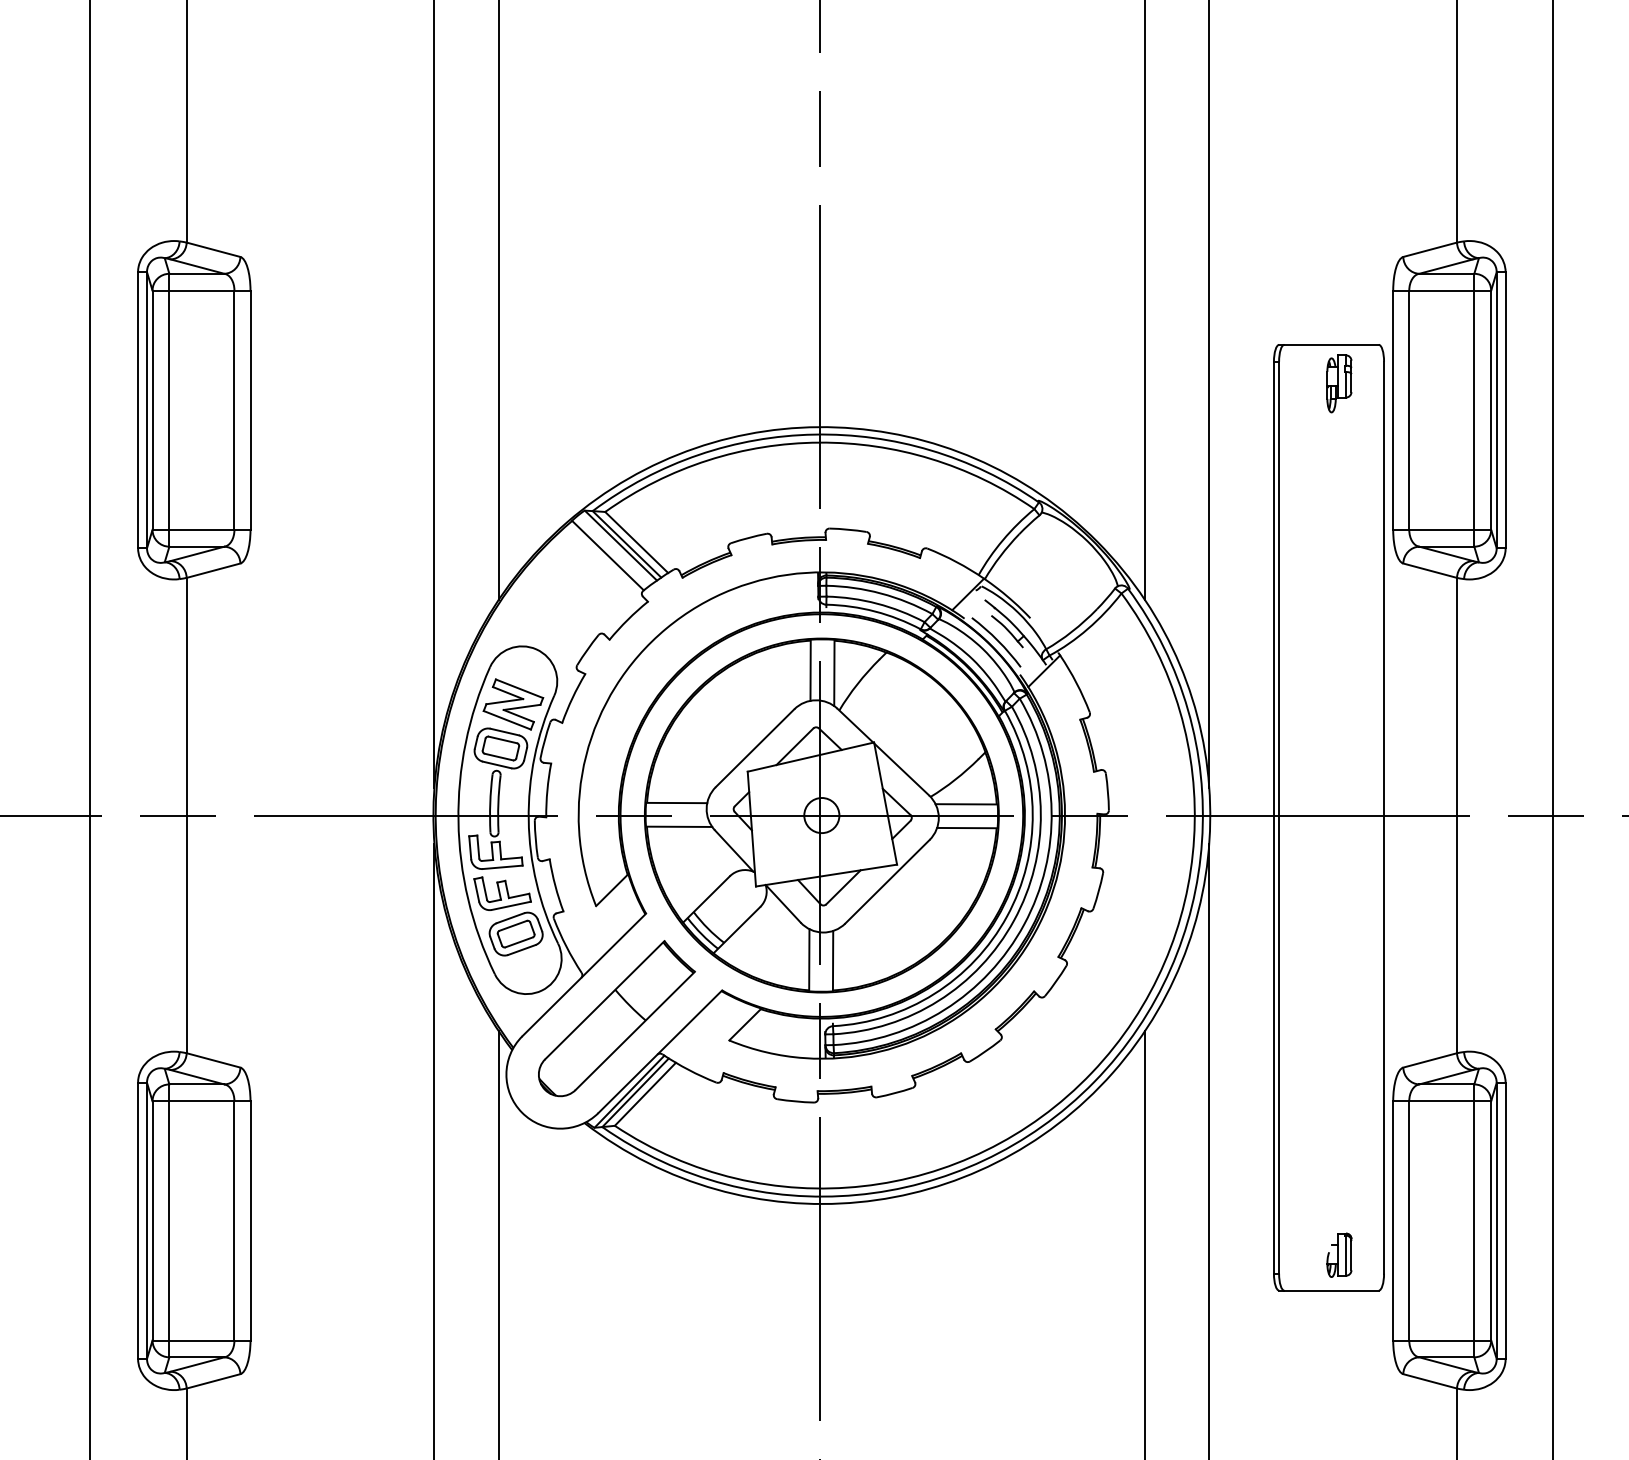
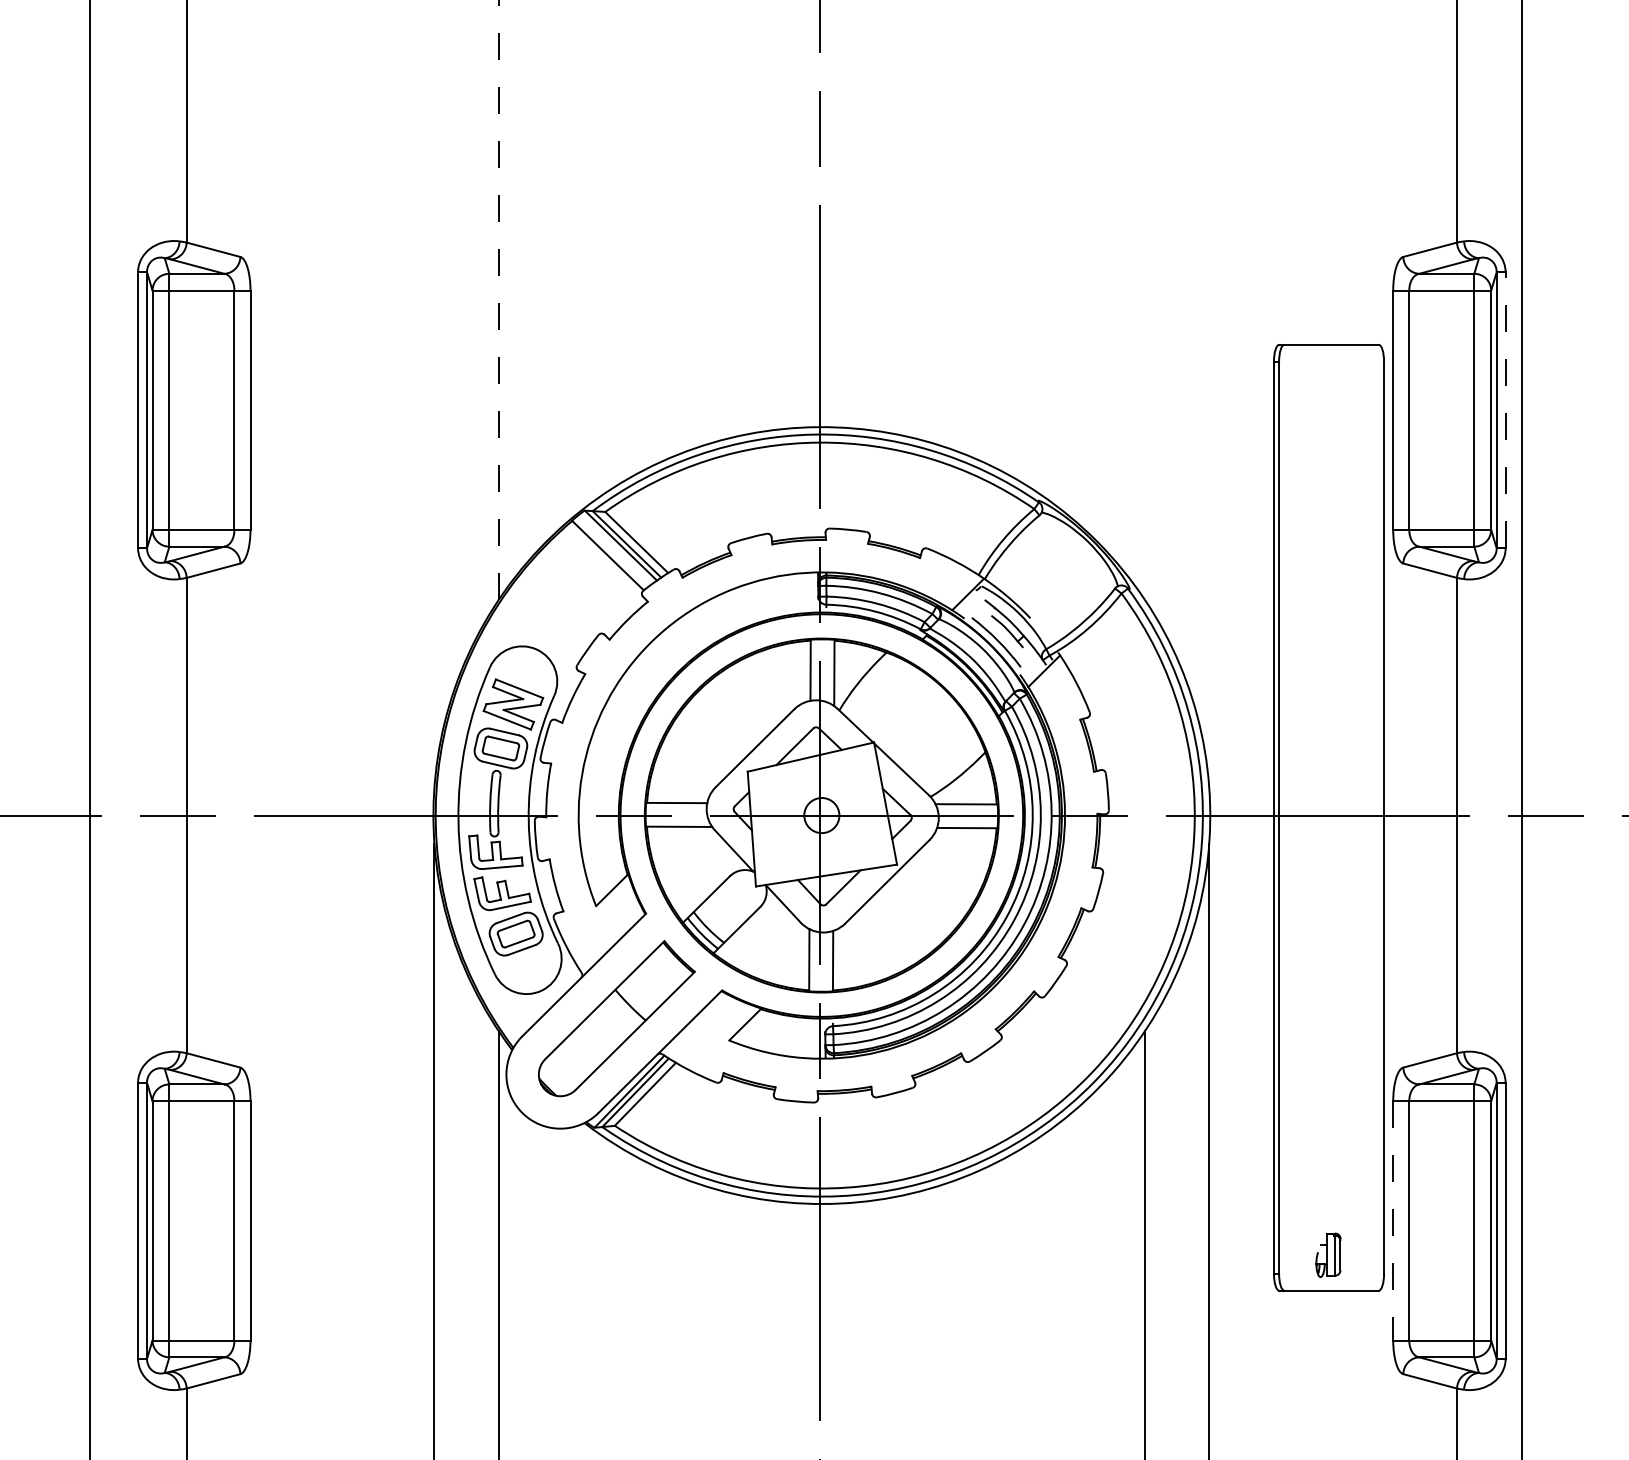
line at (498, 300): solid -> dashed
line at (1145, 301): present -> none
part at (1339, 383): present -> none
line at (434, 394): present -> none
line at (1209, 394): present -> none
line at (1505, 409): solid -> dashed
line at (1553, 729) position: (1553, 729) -> (1522, 729)
line at (1393, 1220): solid -> dashed
part at (1339, 1254) position: (1339, 1254) -> (1328, 1254)
